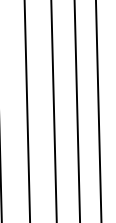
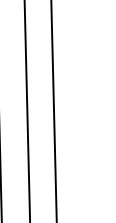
line at (76, 110): present -> none
line at (98, 110): present -> none
